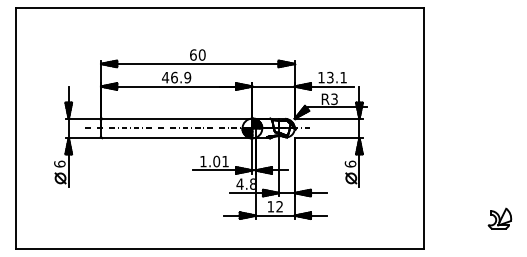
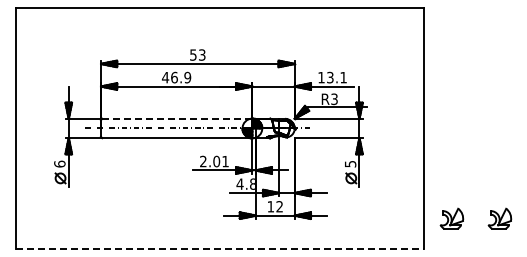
text at (197, 54): 60 -> 53
line at (176, 118): solid -> dashed
text at (203, 161): 1.01 -> 2.01
text at (350, 163): 6 -> 5
part at (451, 218): none -> present
line at (220, 249): solid -> dashed
